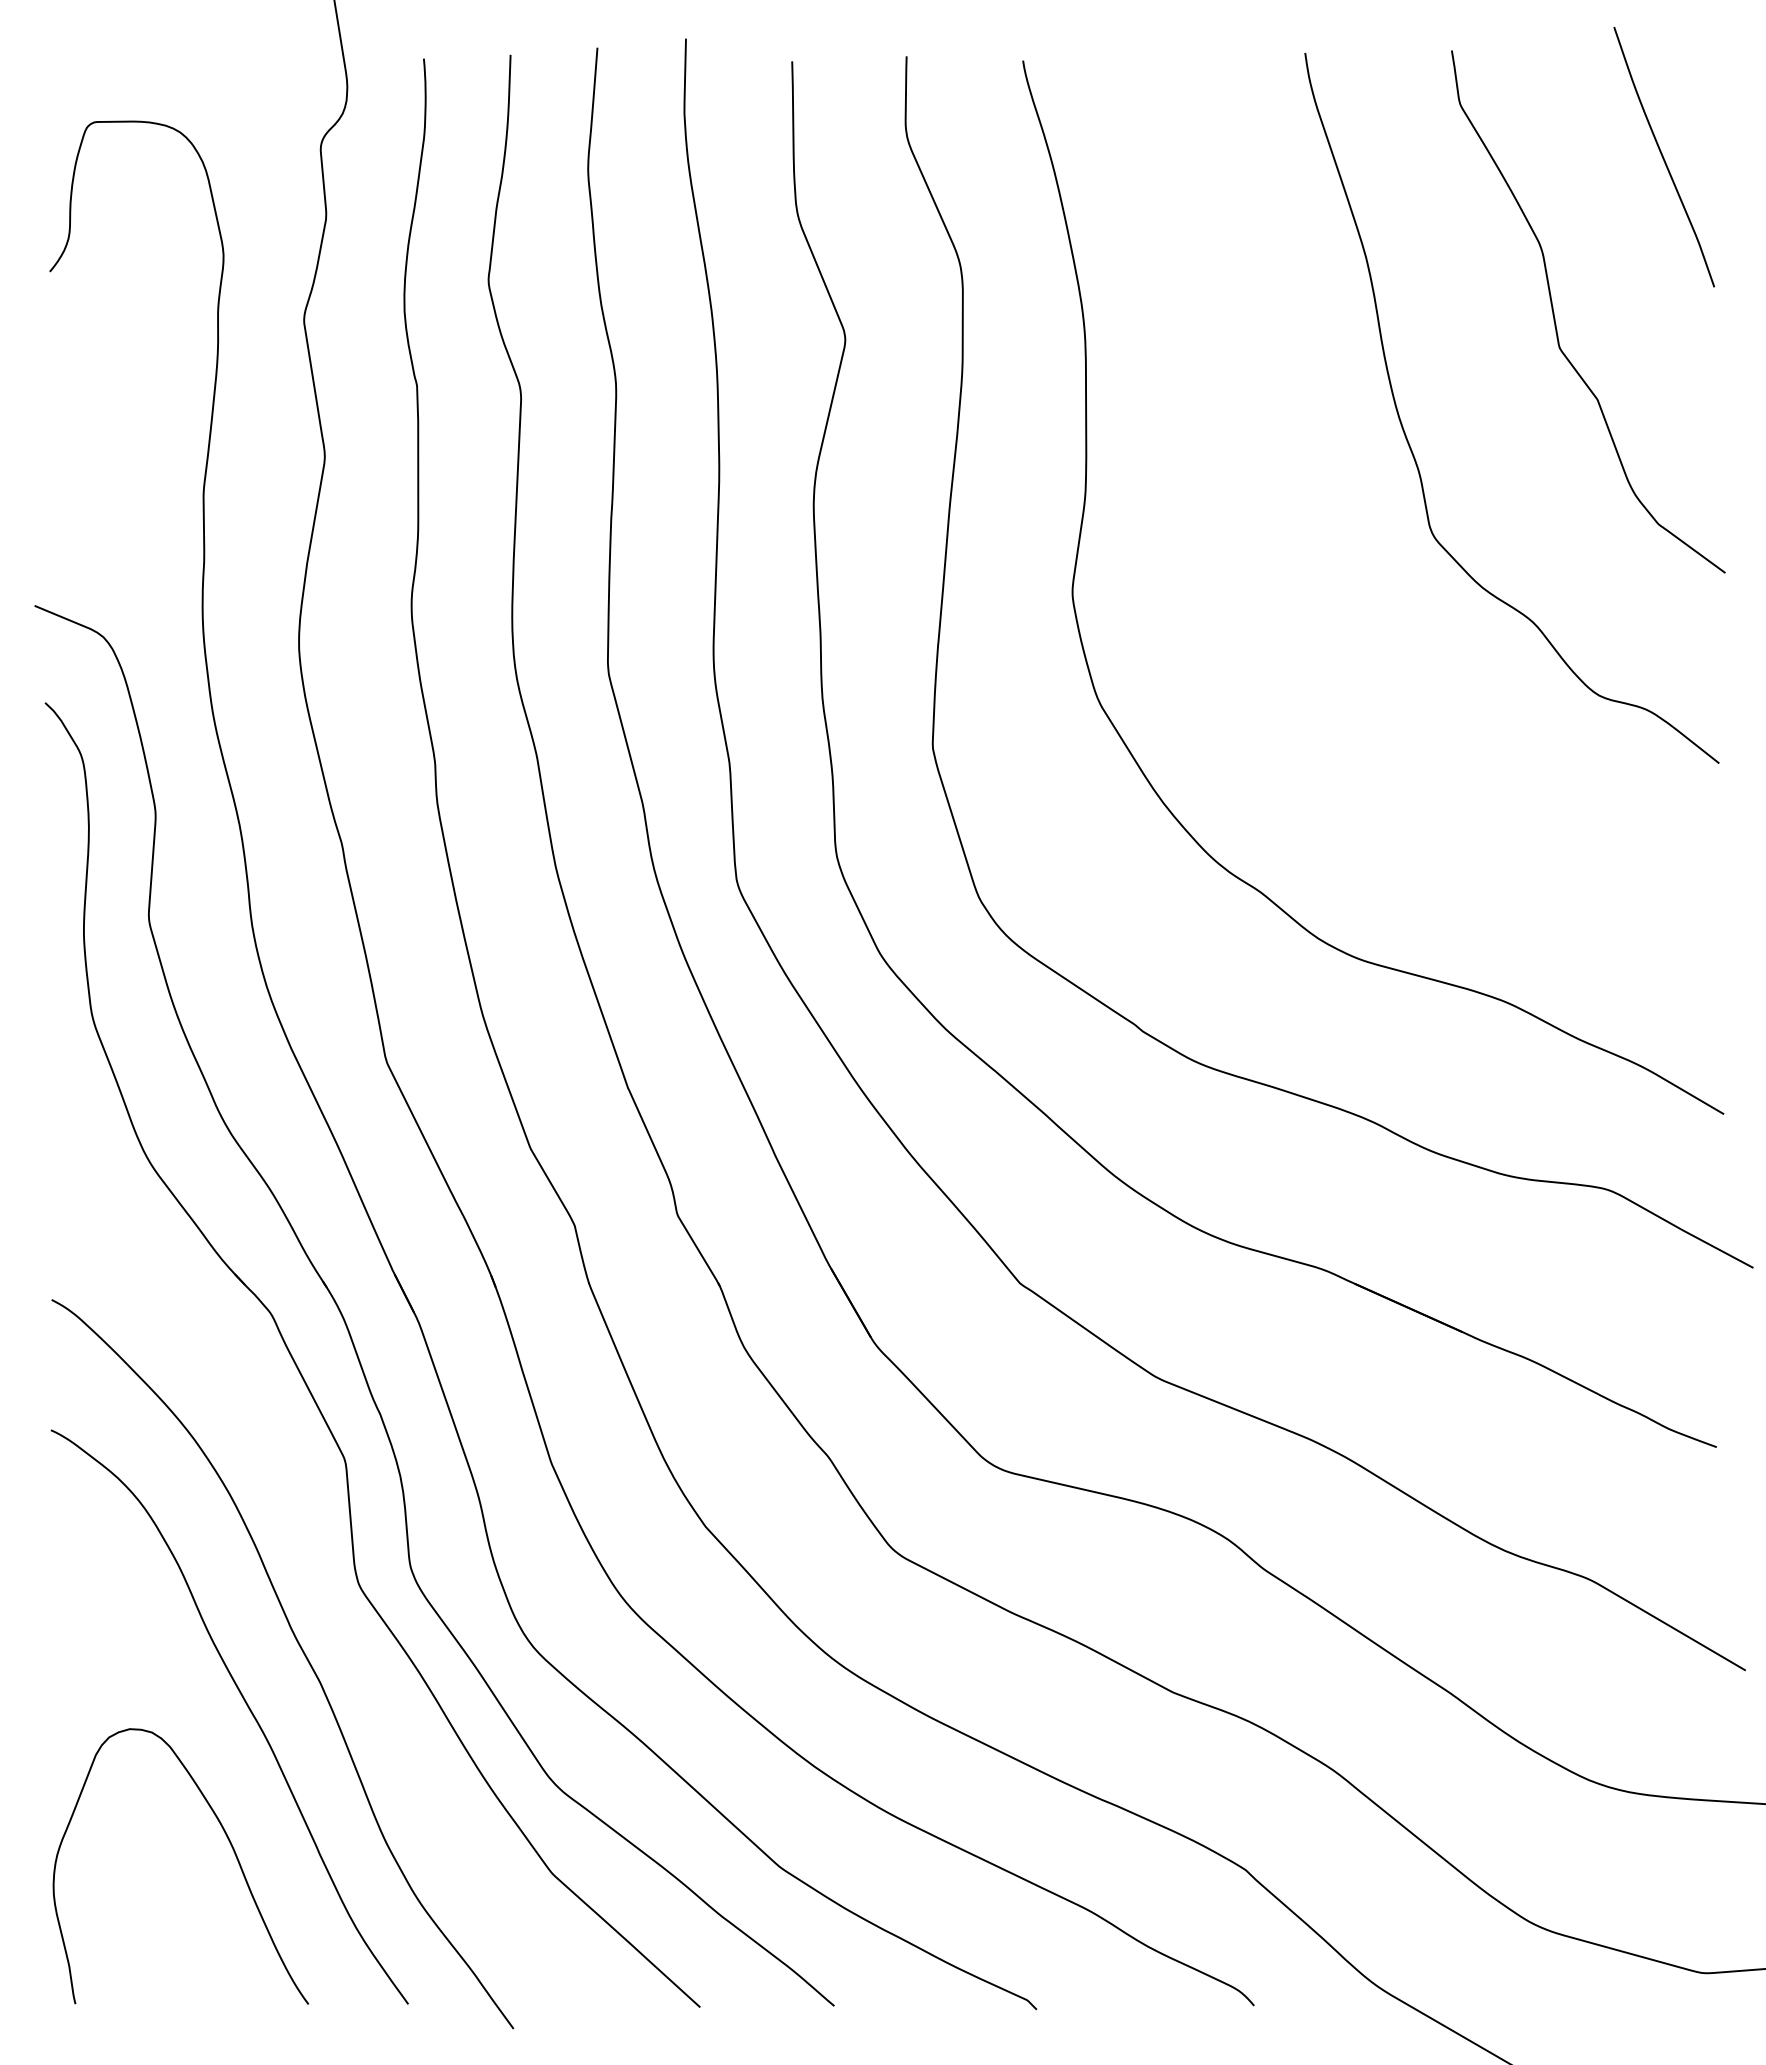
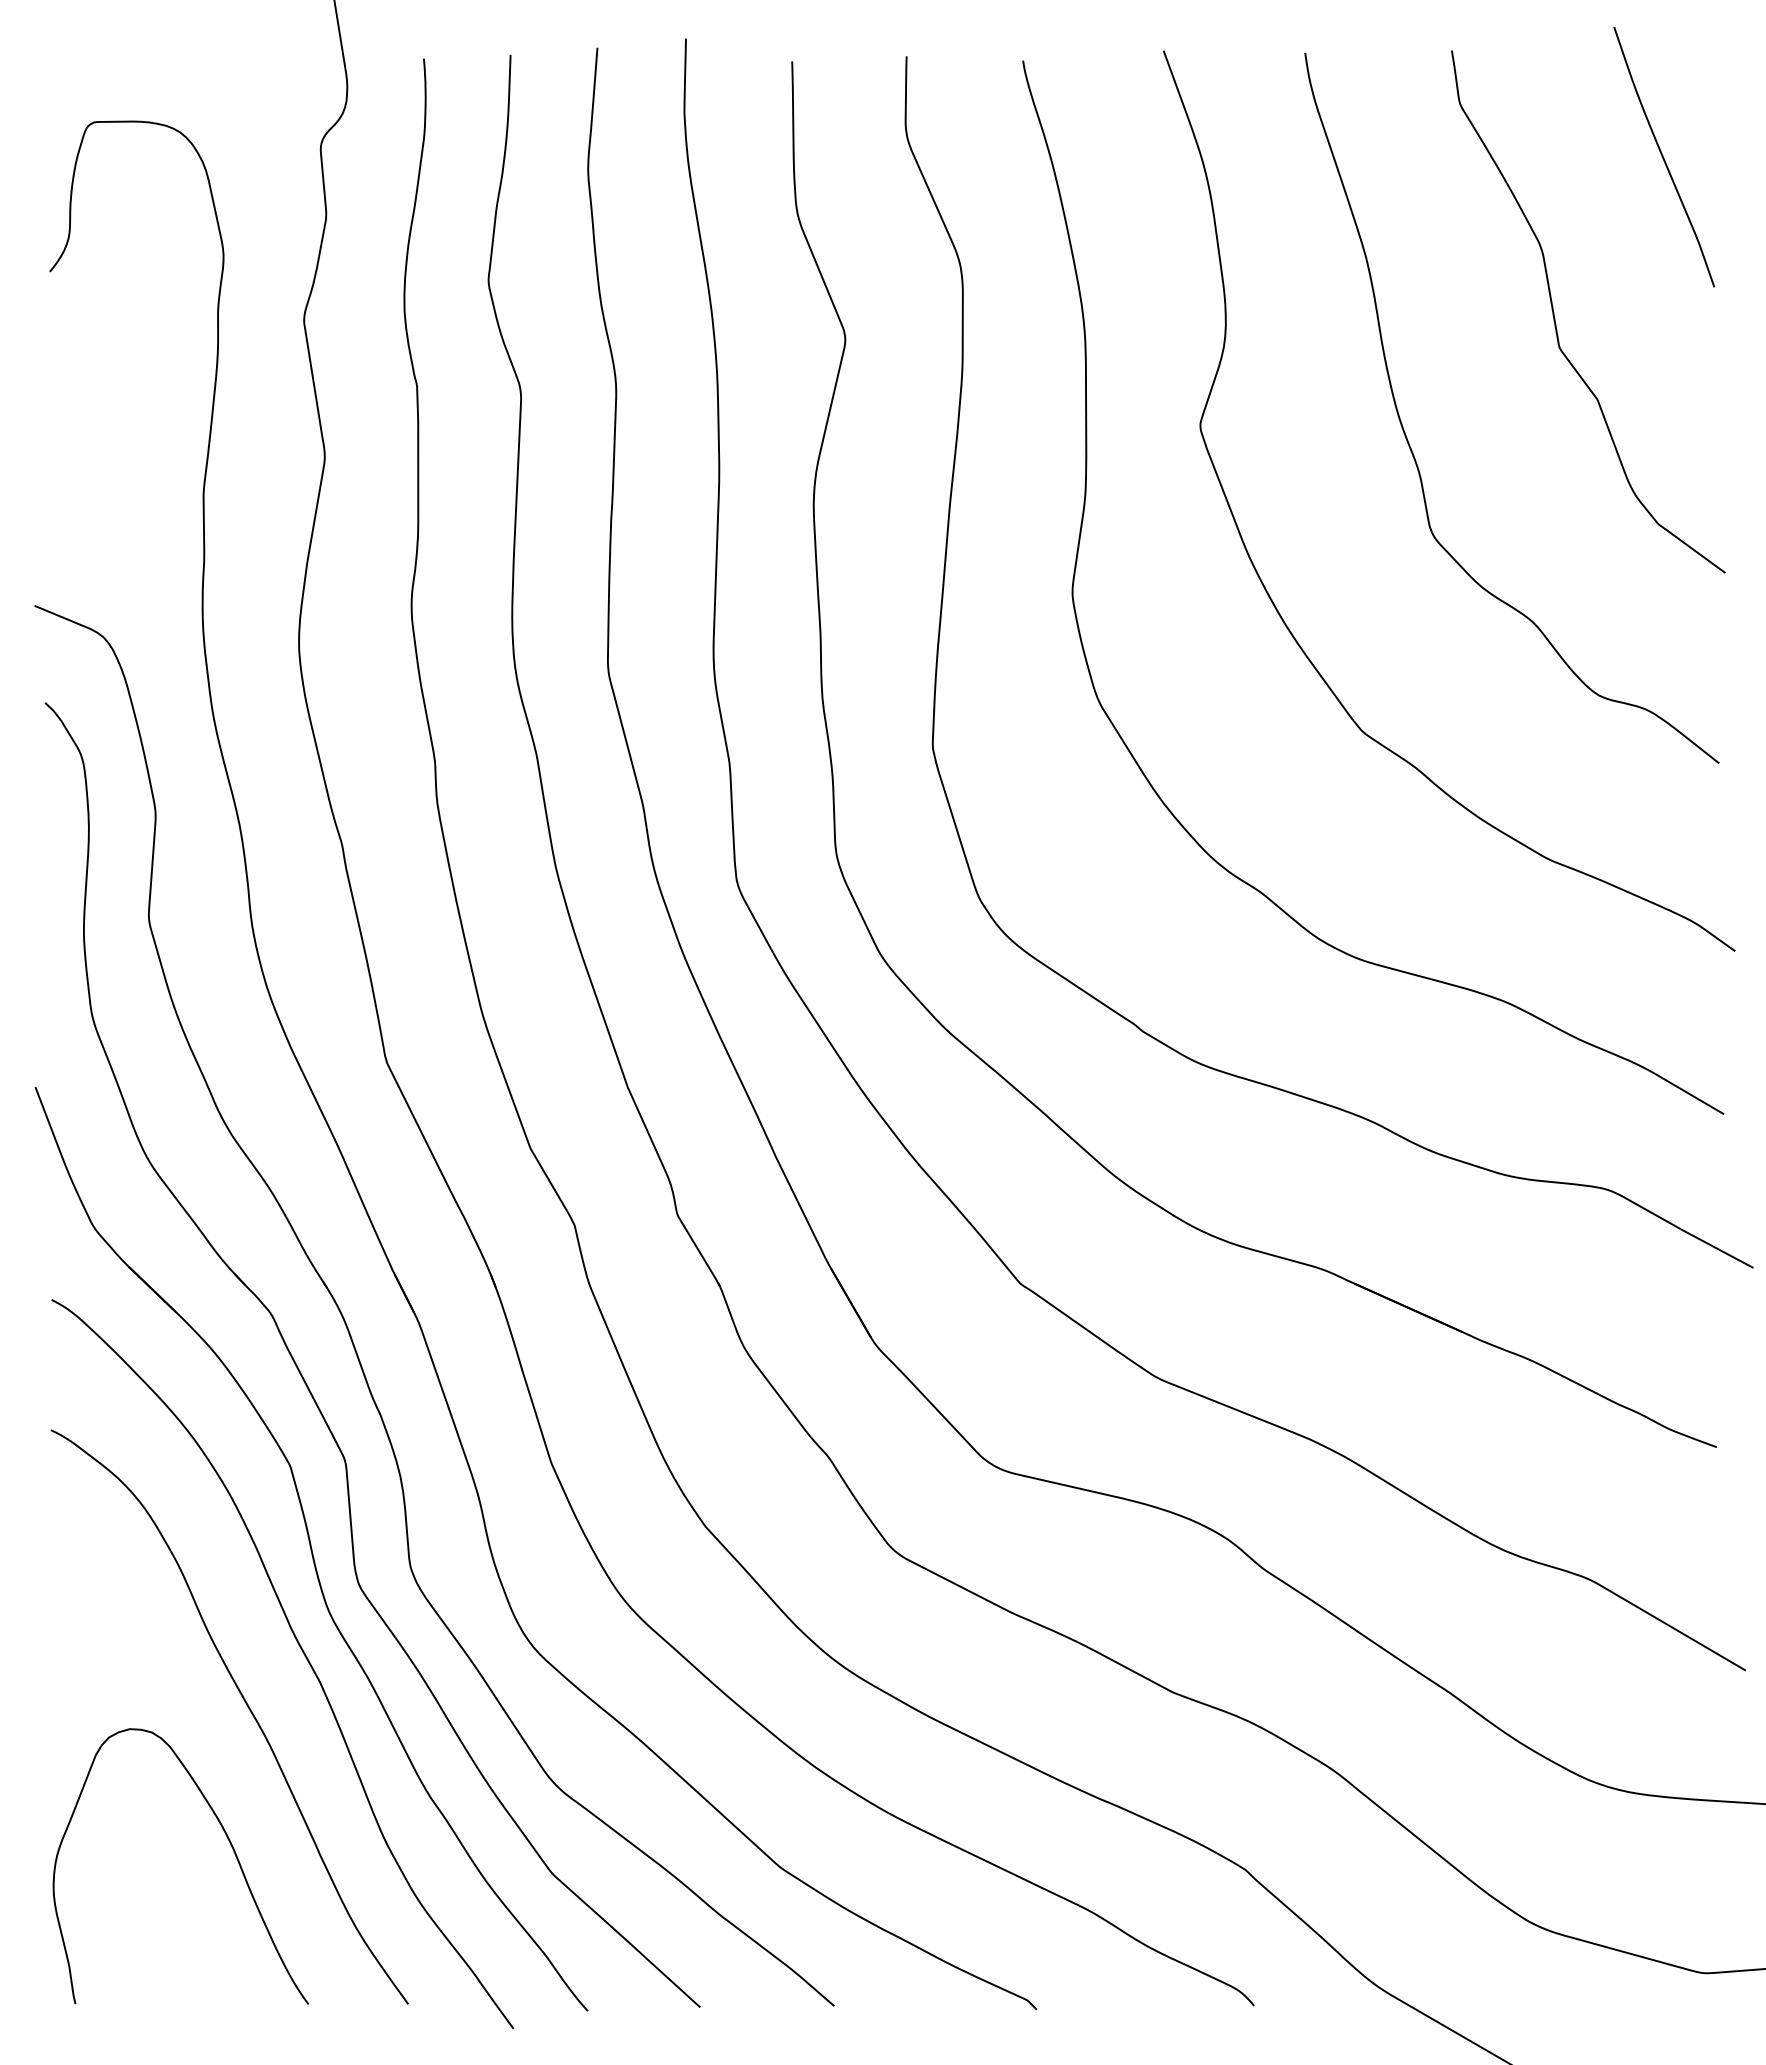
curve at (1272, 599): none -> present
part at (311, 1549): none -> present
